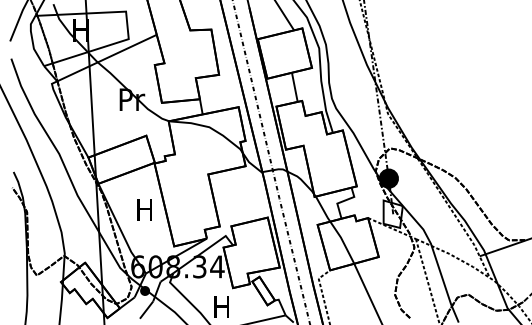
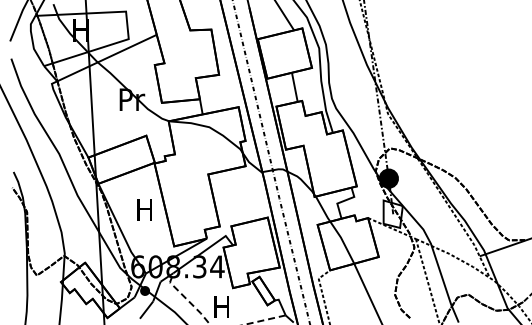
line at (186, 299): solid -> dashed
line at (264, 320): solid -> dashed
